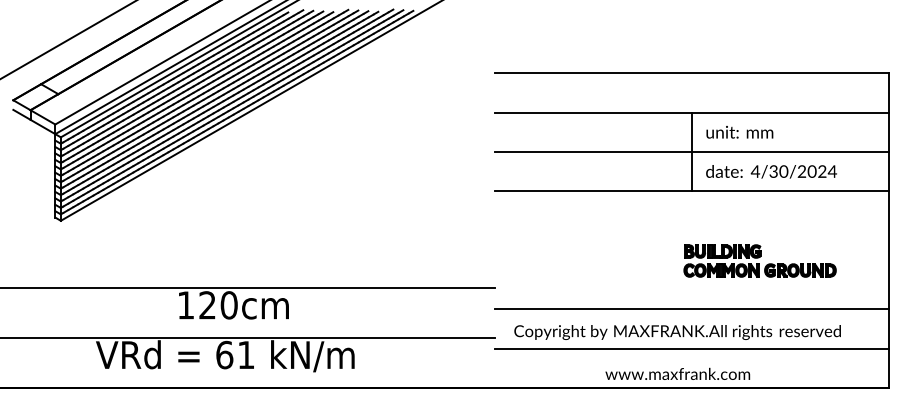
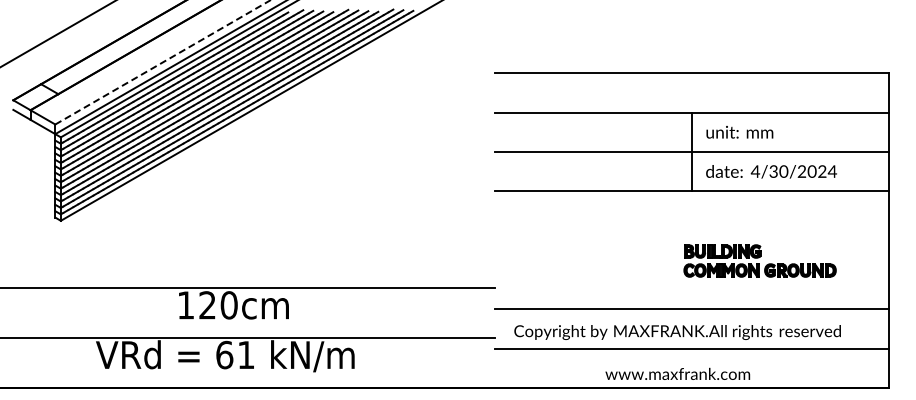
line at (67, 39) position: (67, 39) -> (57, 33)
line at (163, 62): solid -> dashed
